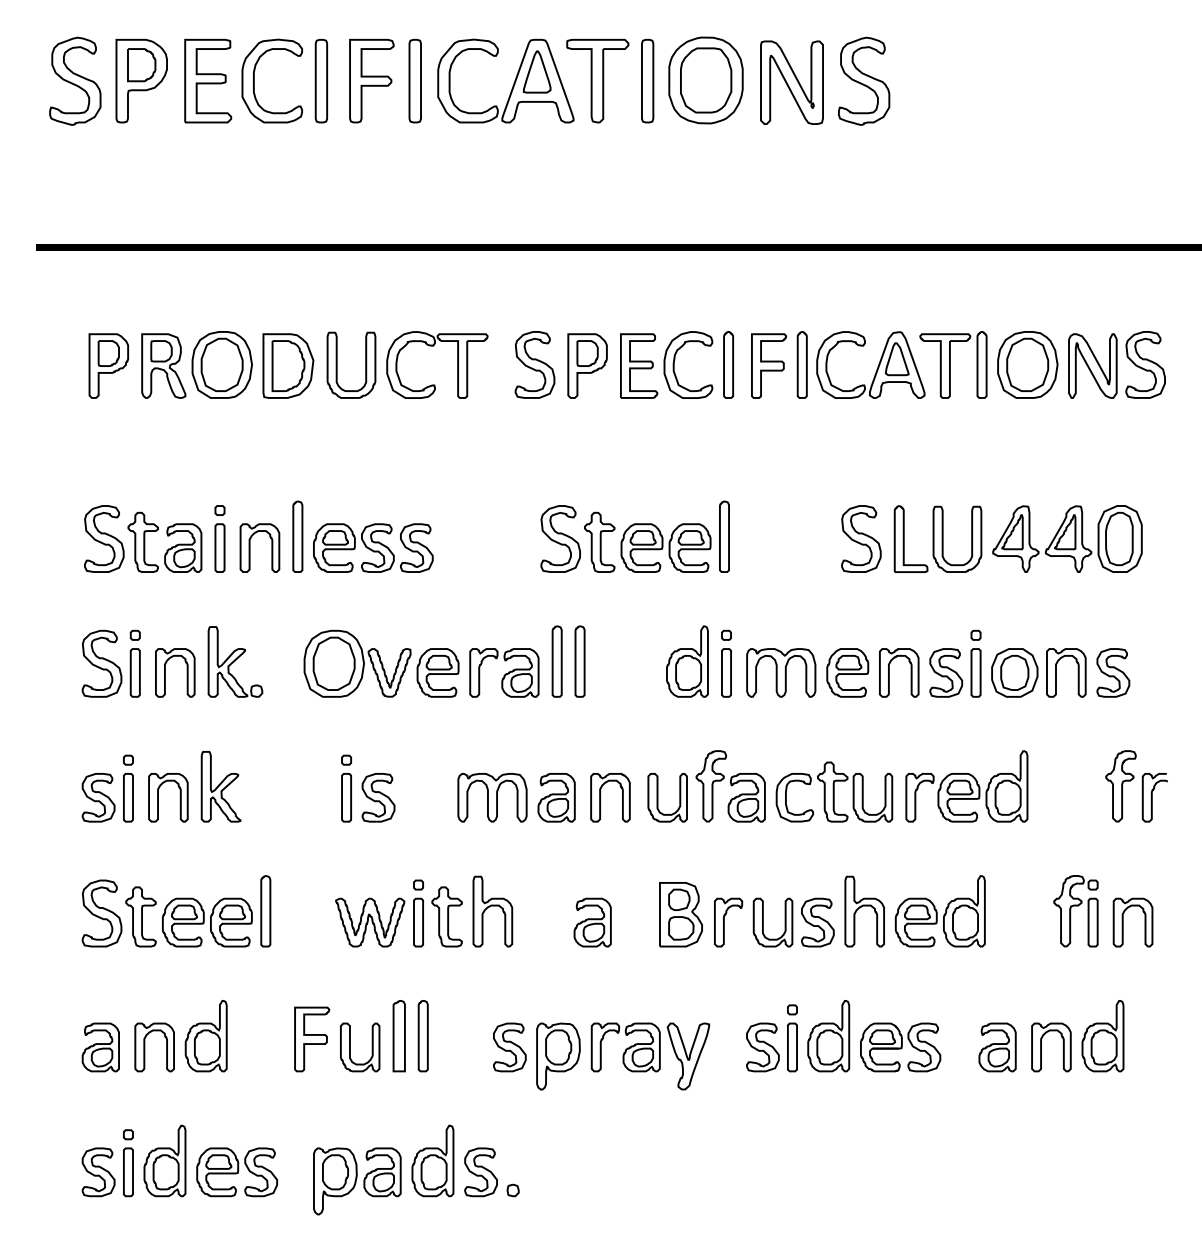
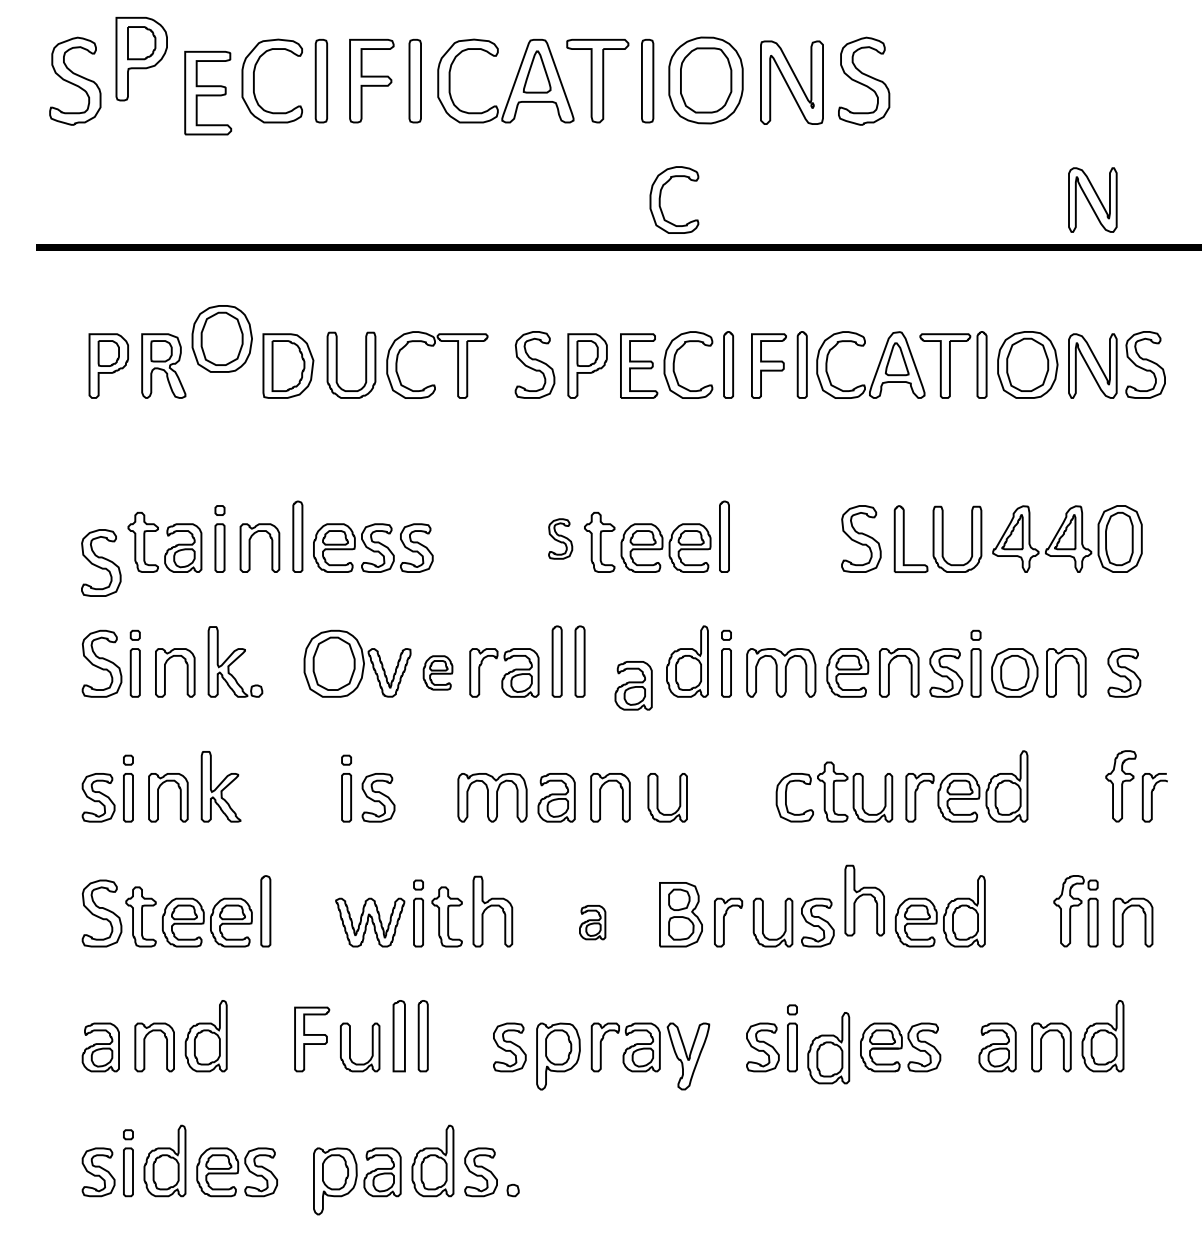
part at (141, 80) position: (141, 80) -> (141, 58)
part at (208, 80) position: (208, 80) -> (208, 92)
part at (661, 195): none -> present
part at (1092, 199): none -> present
part at (221, 364) position: (221, 364) -> (221, 338)
part at (104, 538) position: (104, 538) -> (101, 562)
part at (560, 538) size: 41x68 px -> 26x42 px
part at (437, 672) size: 44x50 px -> 32x36 px
part at (1113, 672) position: (1113, 672) -> (1124, 672)
part at (633, 685): none -> present
part at (730, 786): present -> none
part at (864, 911) position: (864, 911) -> (864, 900)
part at (592, 922) size: 39x51 px -> 28x36 px
part at (828, 1036) position: (828, 1036) -> (828, 1048)
